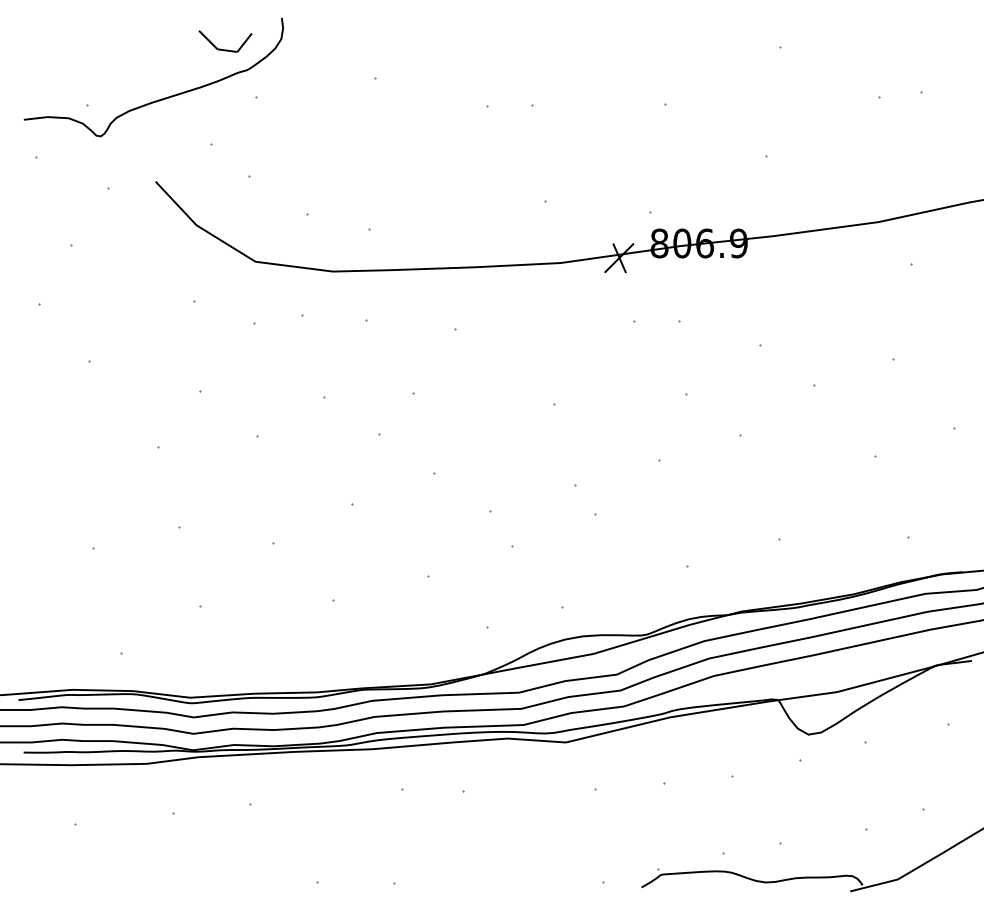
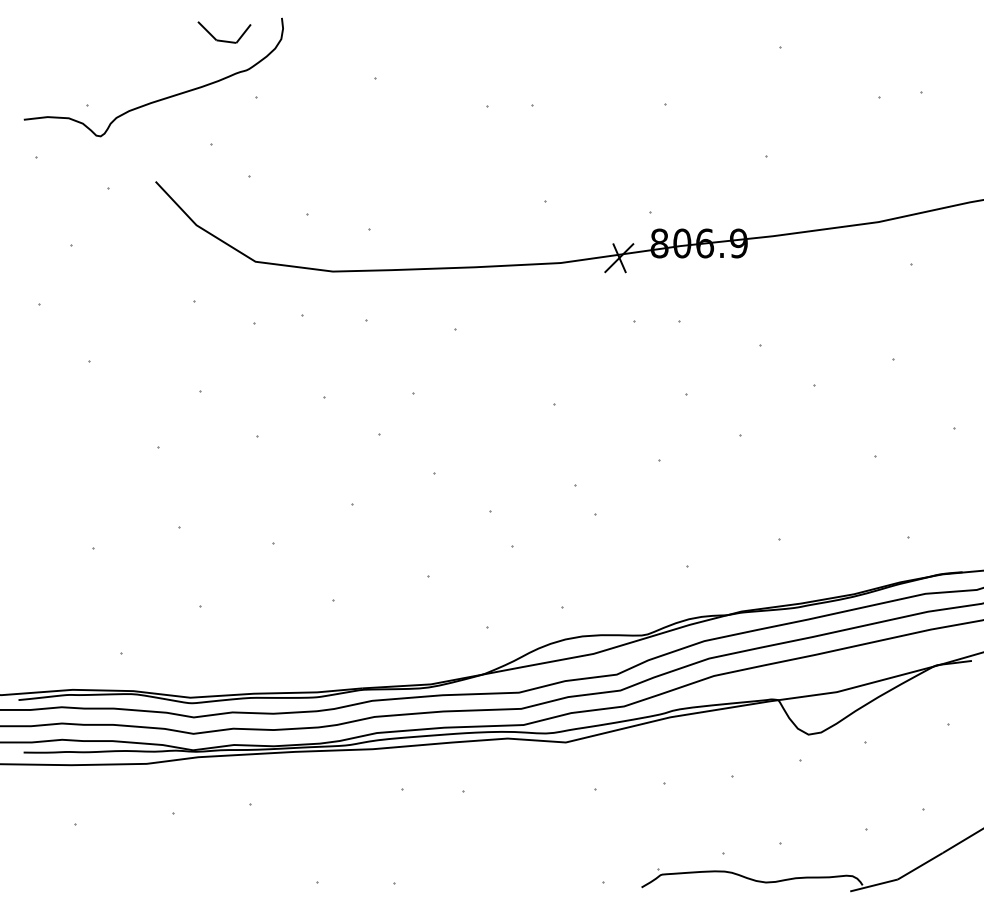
line at (225, 49) position: (225, 49) -> (224, 40)
